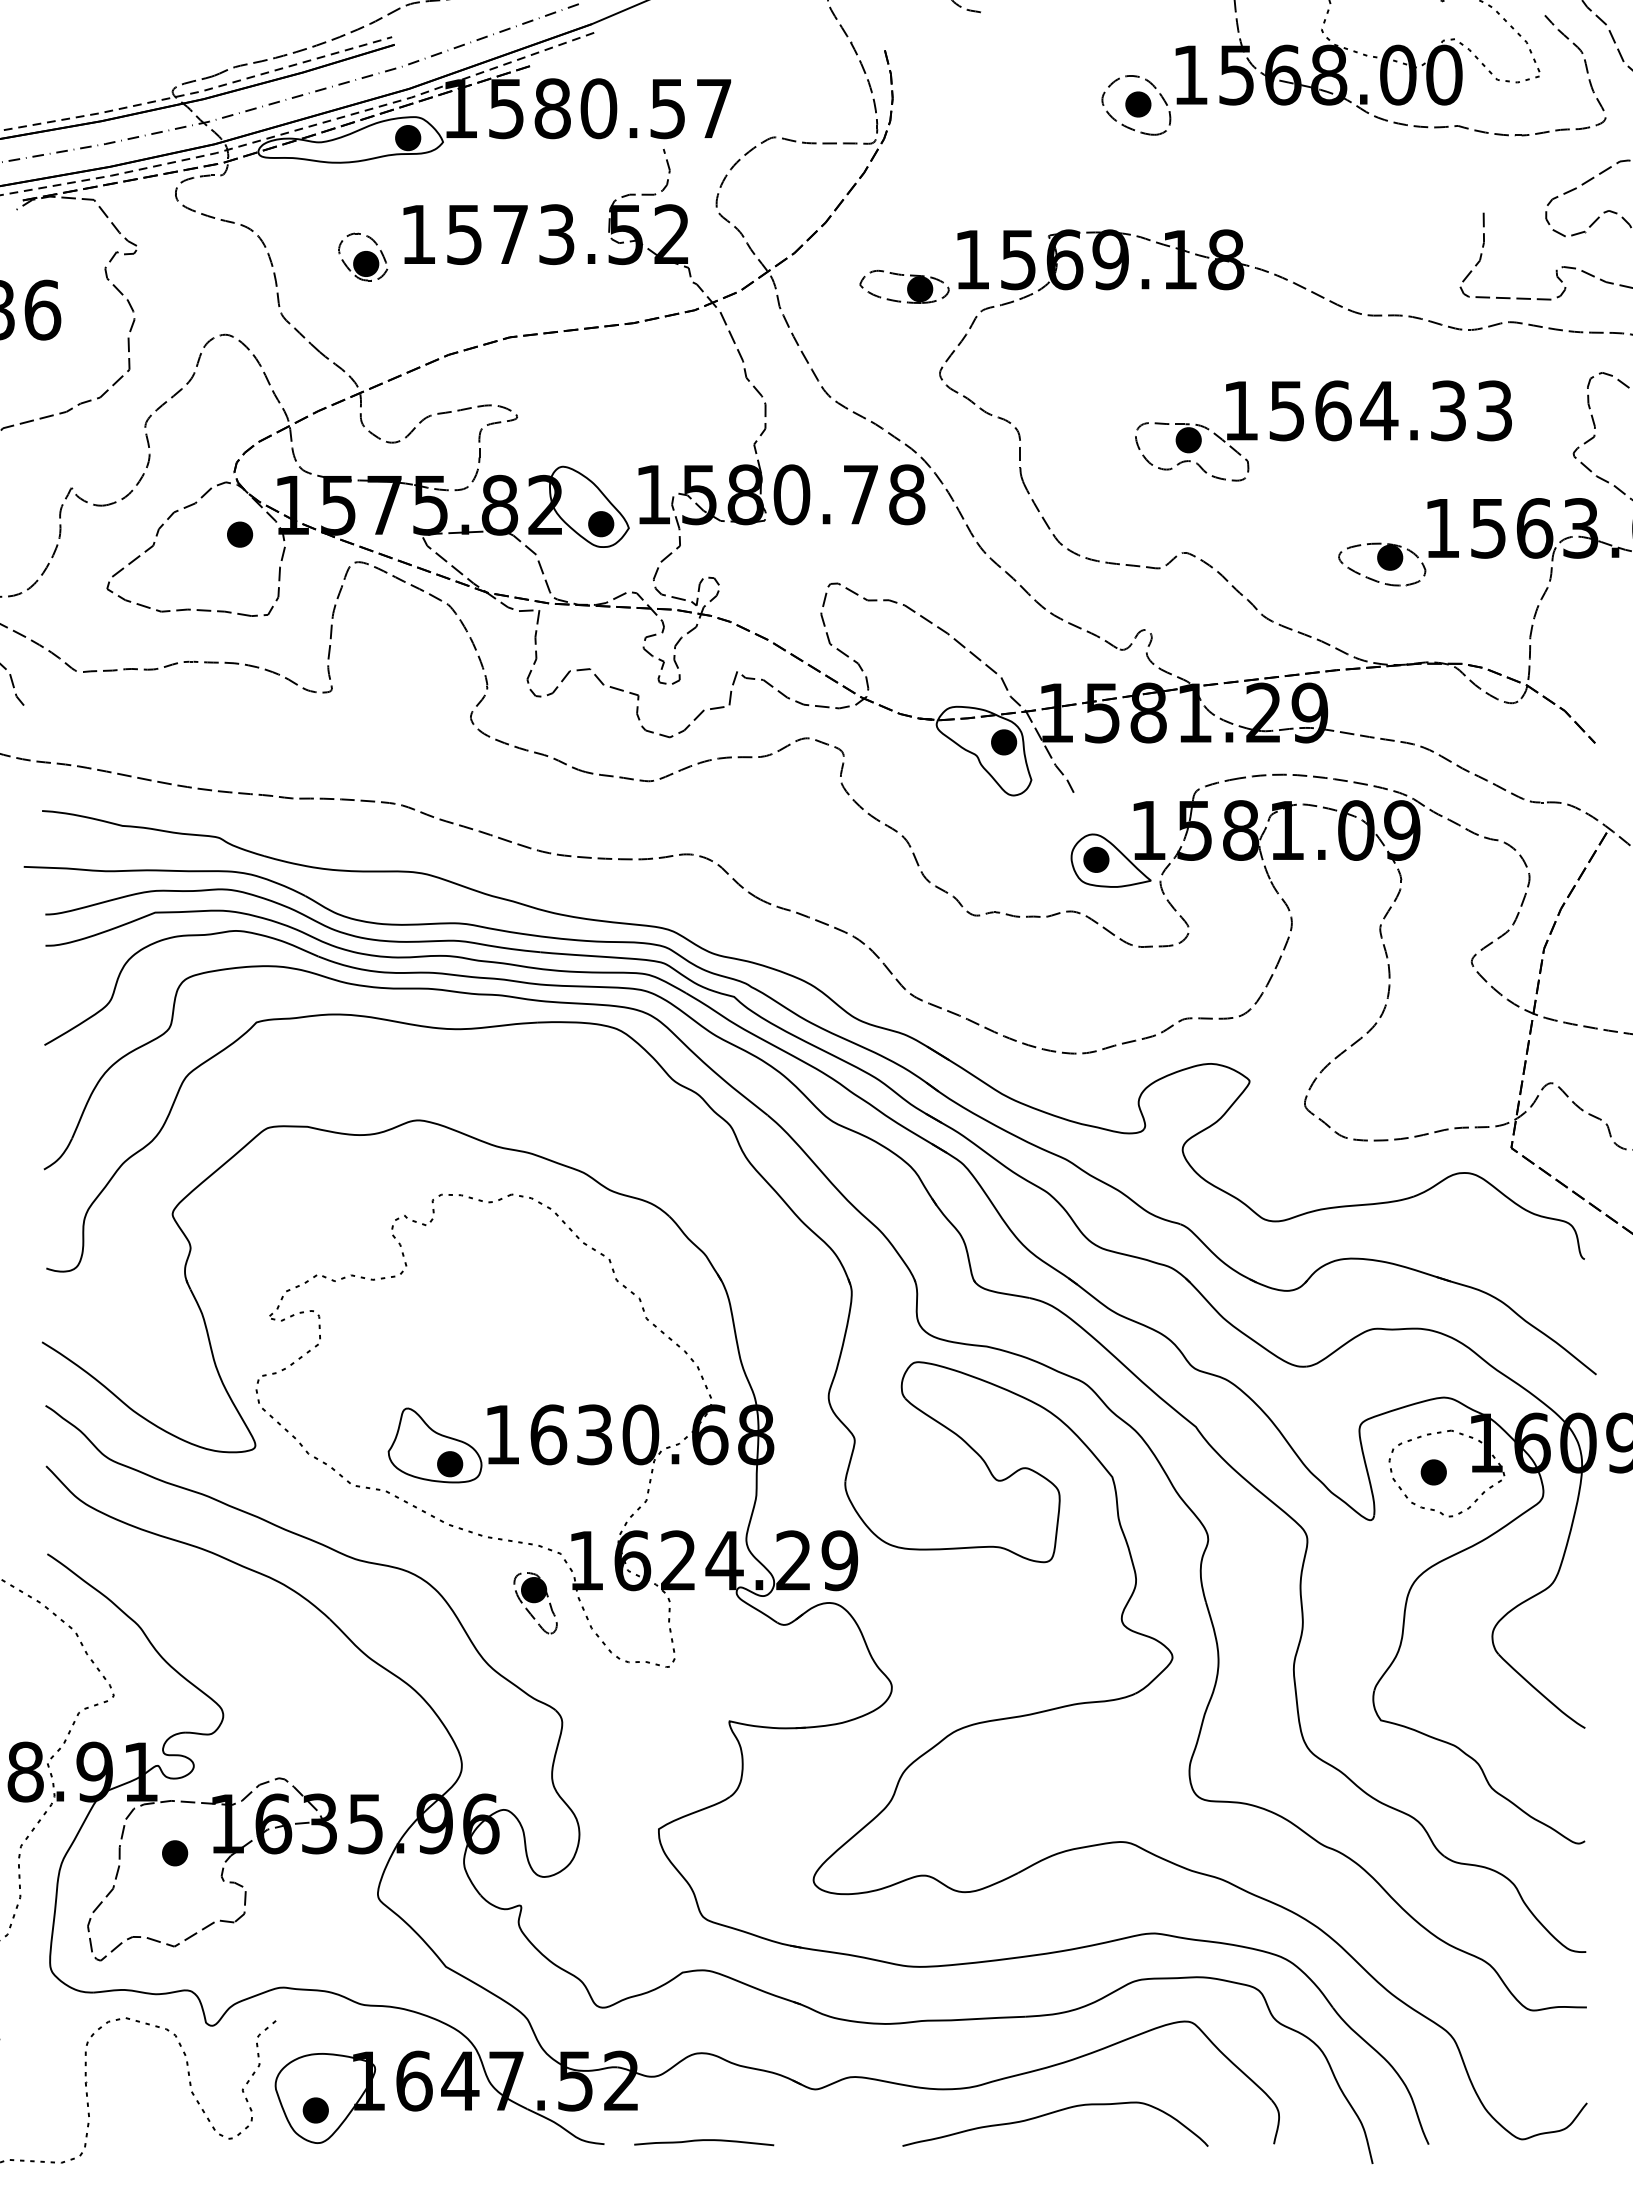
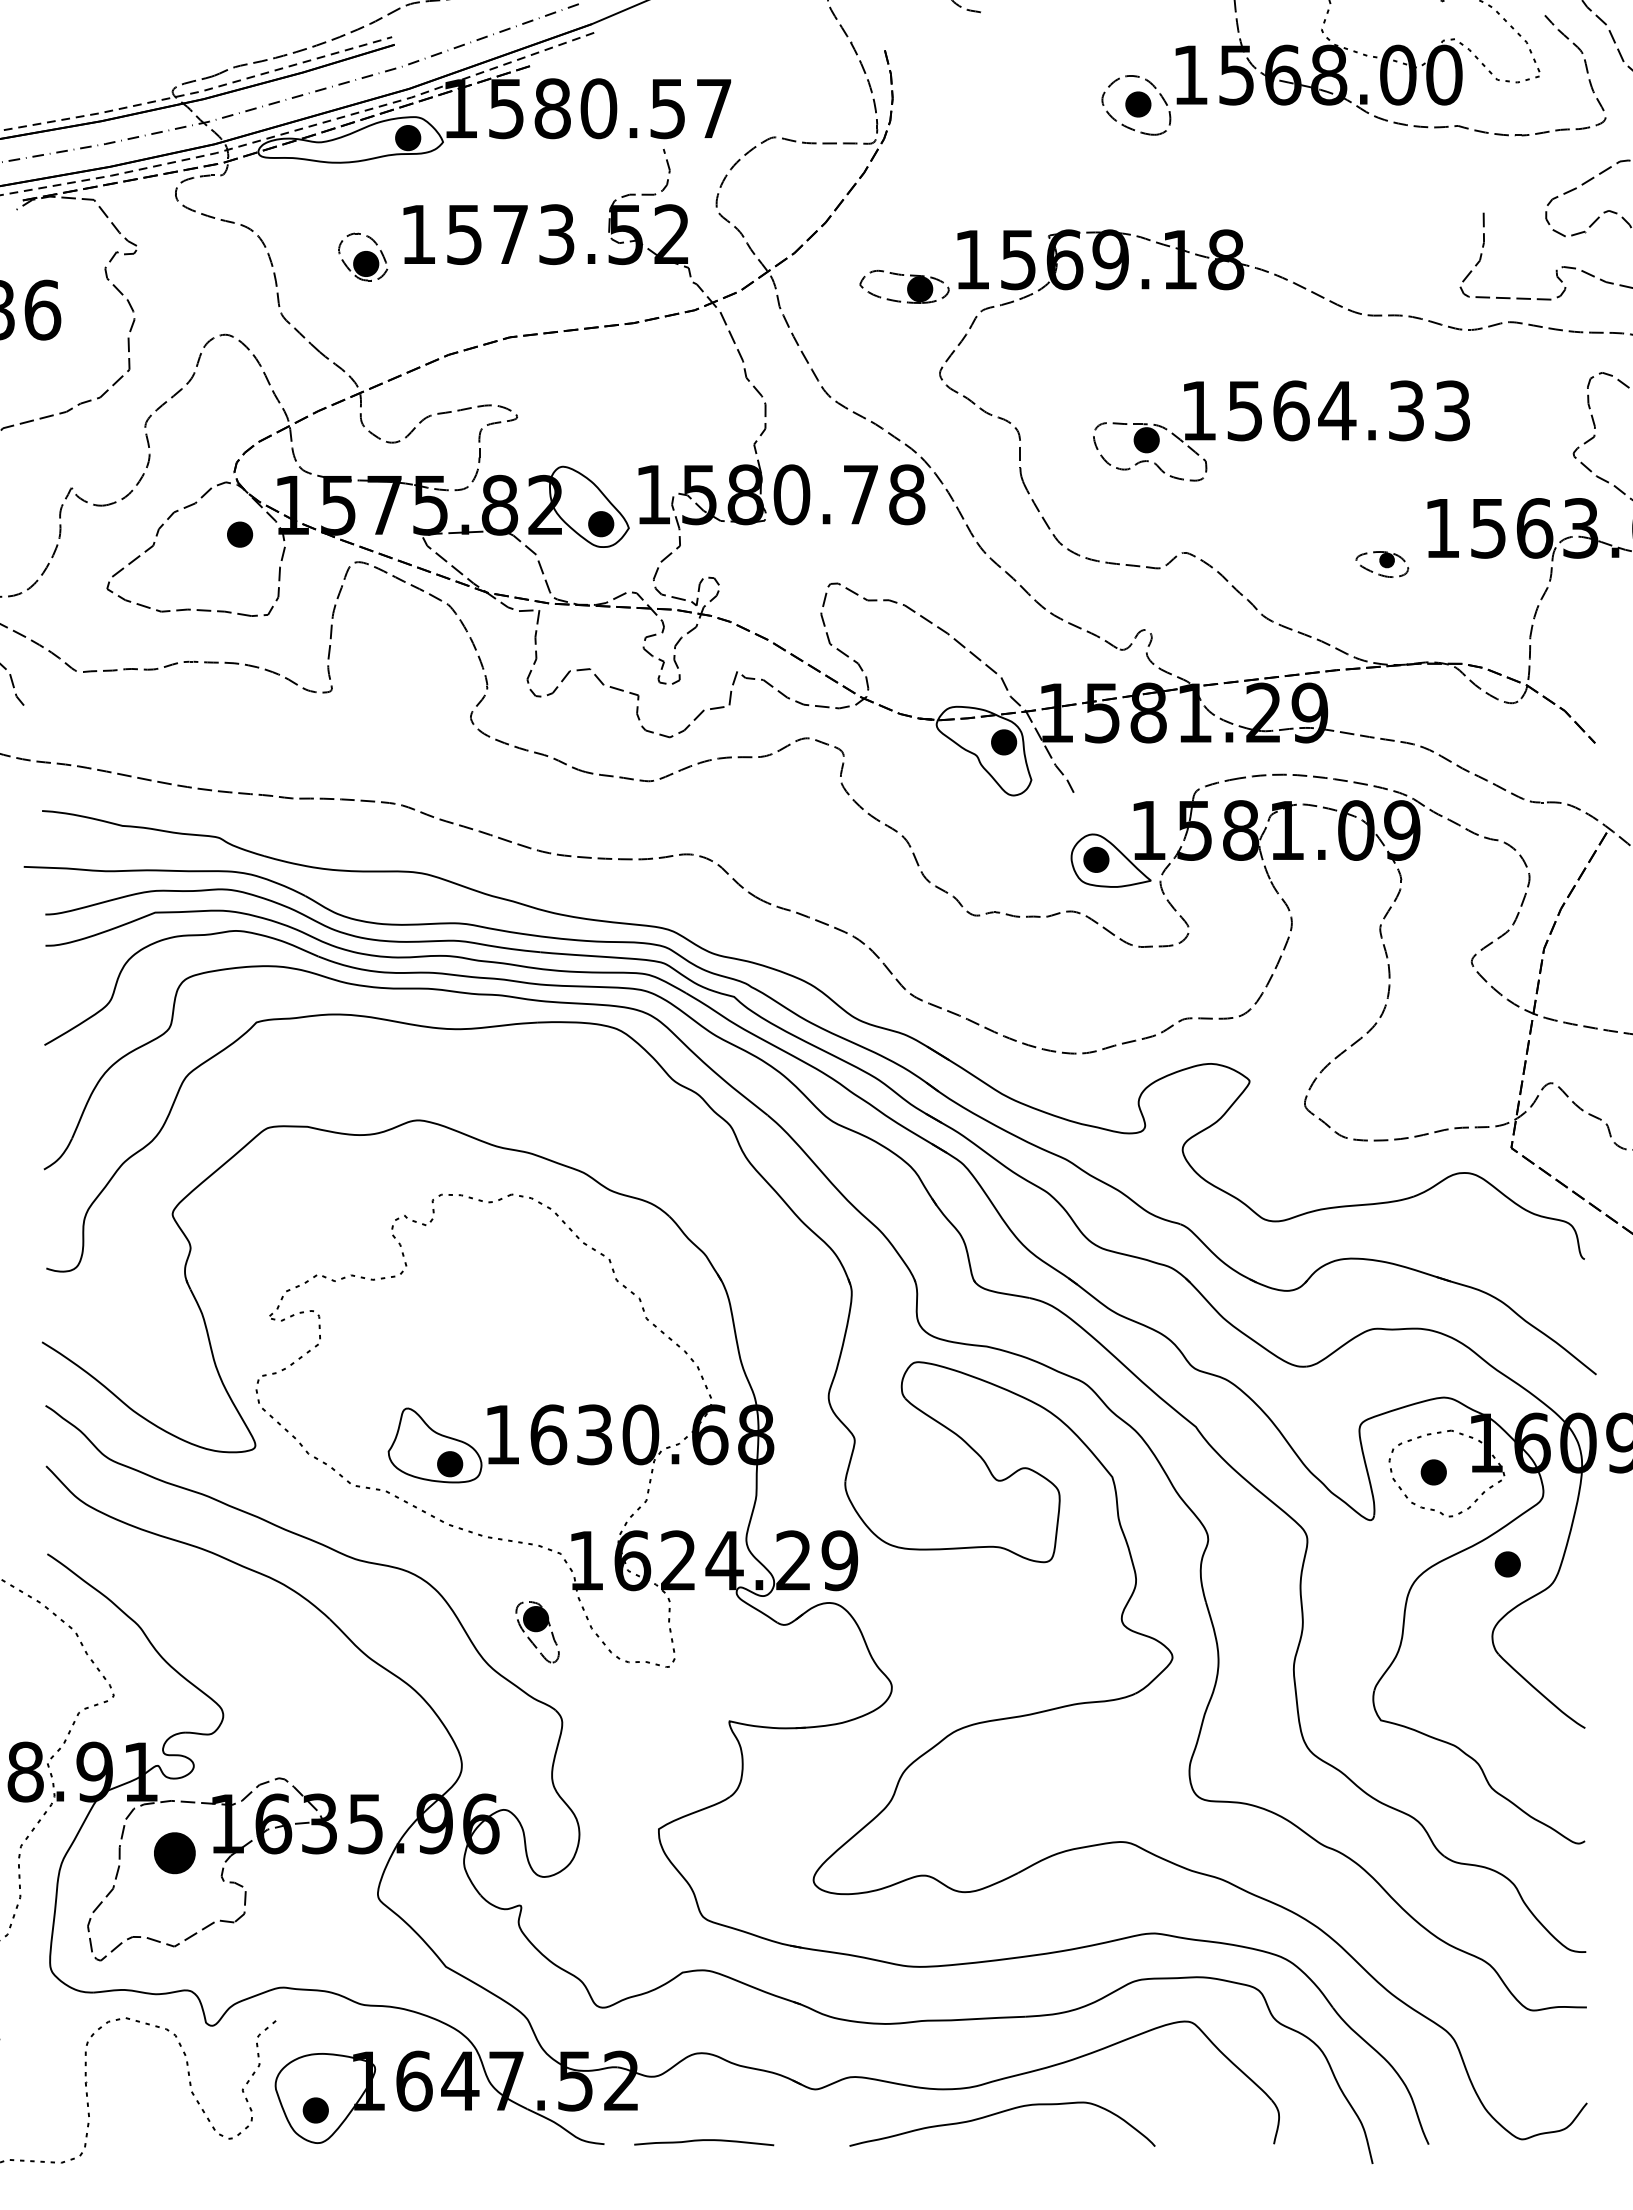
part at (1323, 430) position: (1323, 430) -> (1281, 430)
part at (1382, 564) size: 89x45 px -> 55x27 px
part at (1507, 1564): none -> present
part at (535, 1603) position: (535, 1603) -> (537, 1632)
part at (175, 1853) size: 27x27 px -> 42x43 px
curve at (1053, 2113) position: (1053, 2113) -> (1000, 2113)
